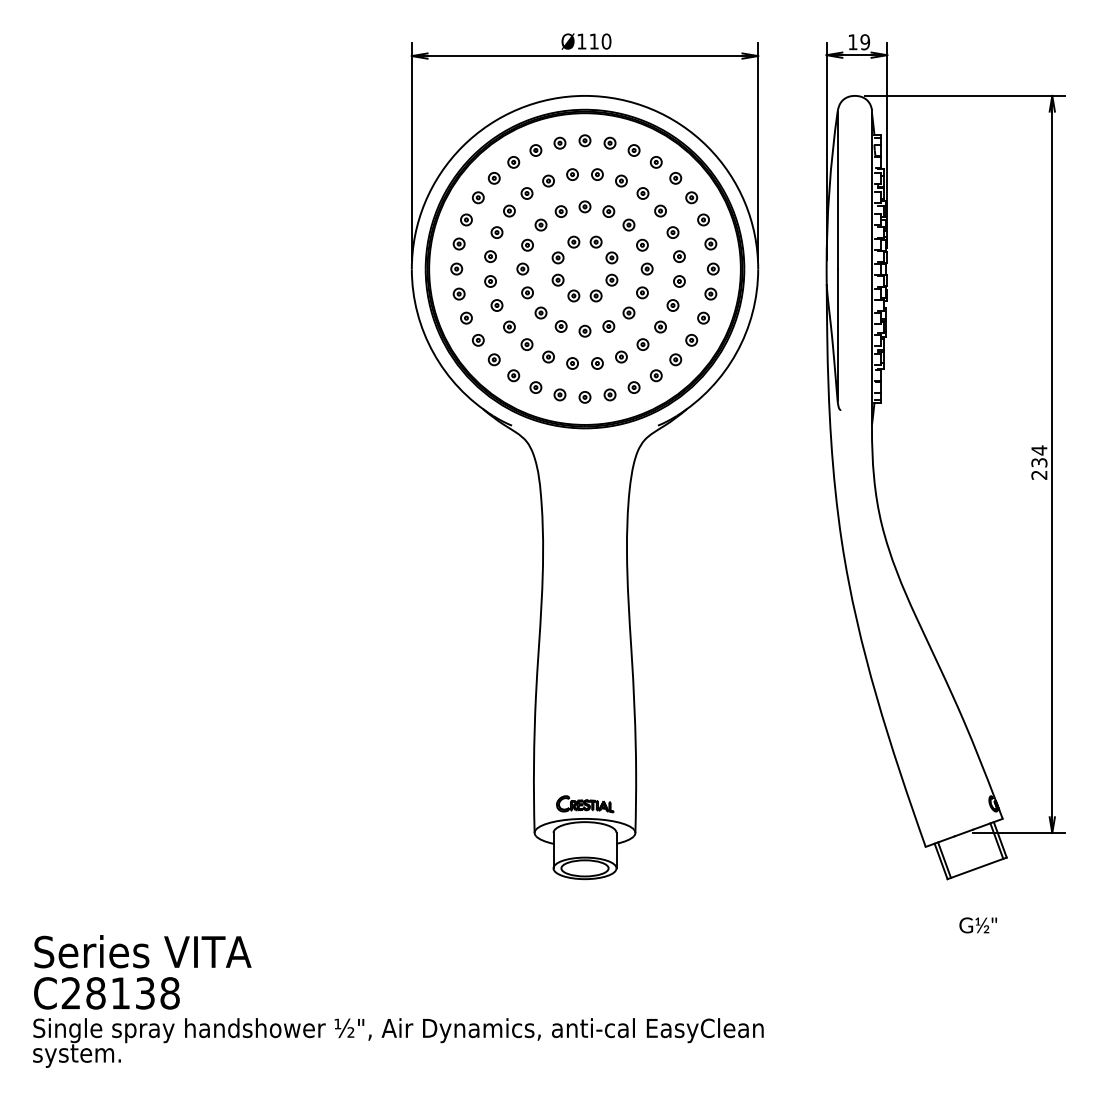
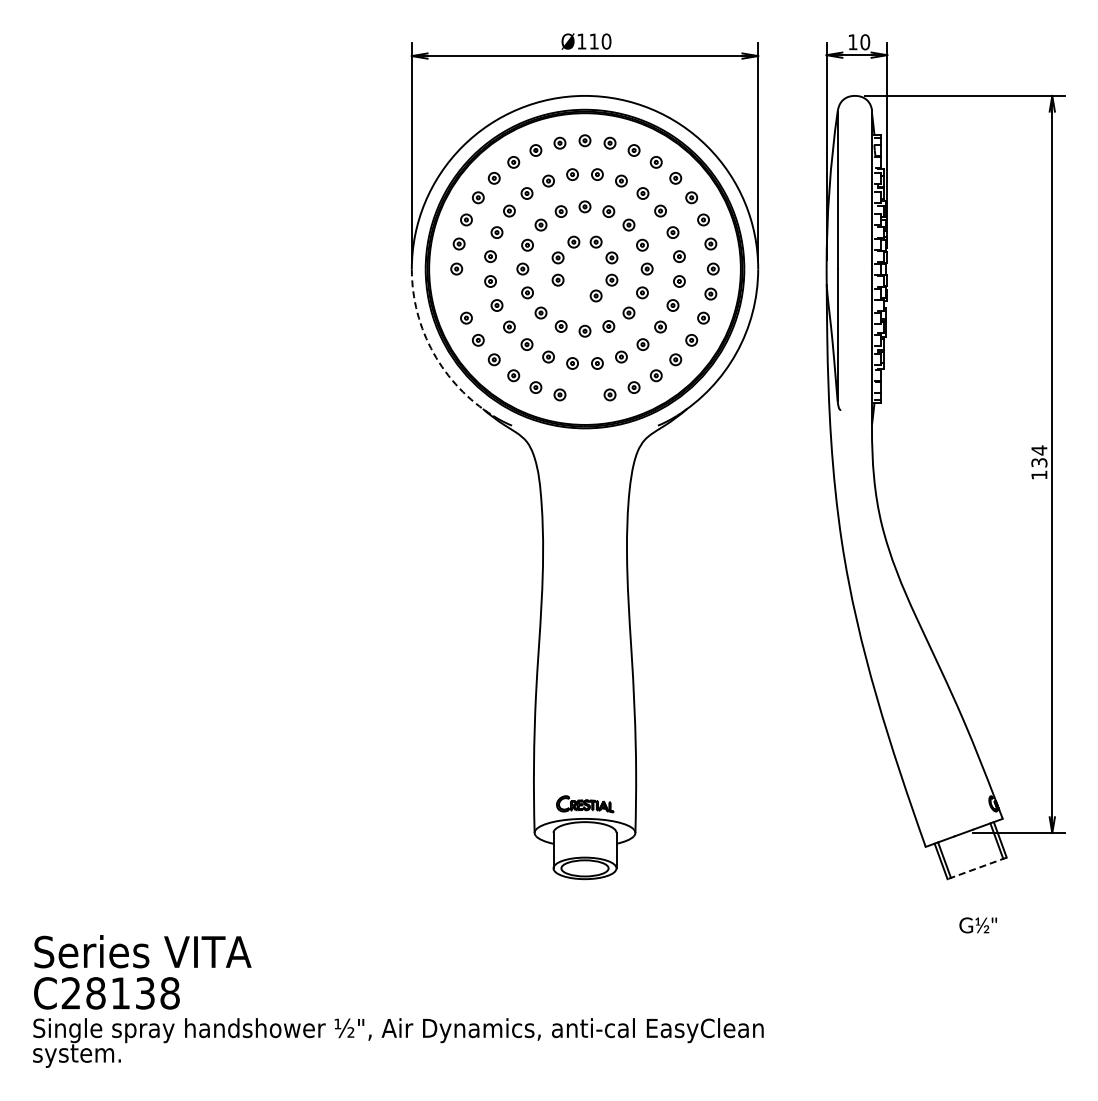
text at (864, 42): 19 -> 10
part at (458, 293): present -> none
part at (573, 295): present -> none
arc at (433, 353): solid -> dashed
part at (584, 397): present -> none
text at (1039, 474): 234 -> 134
line at (976, 868): solid -> dashed
